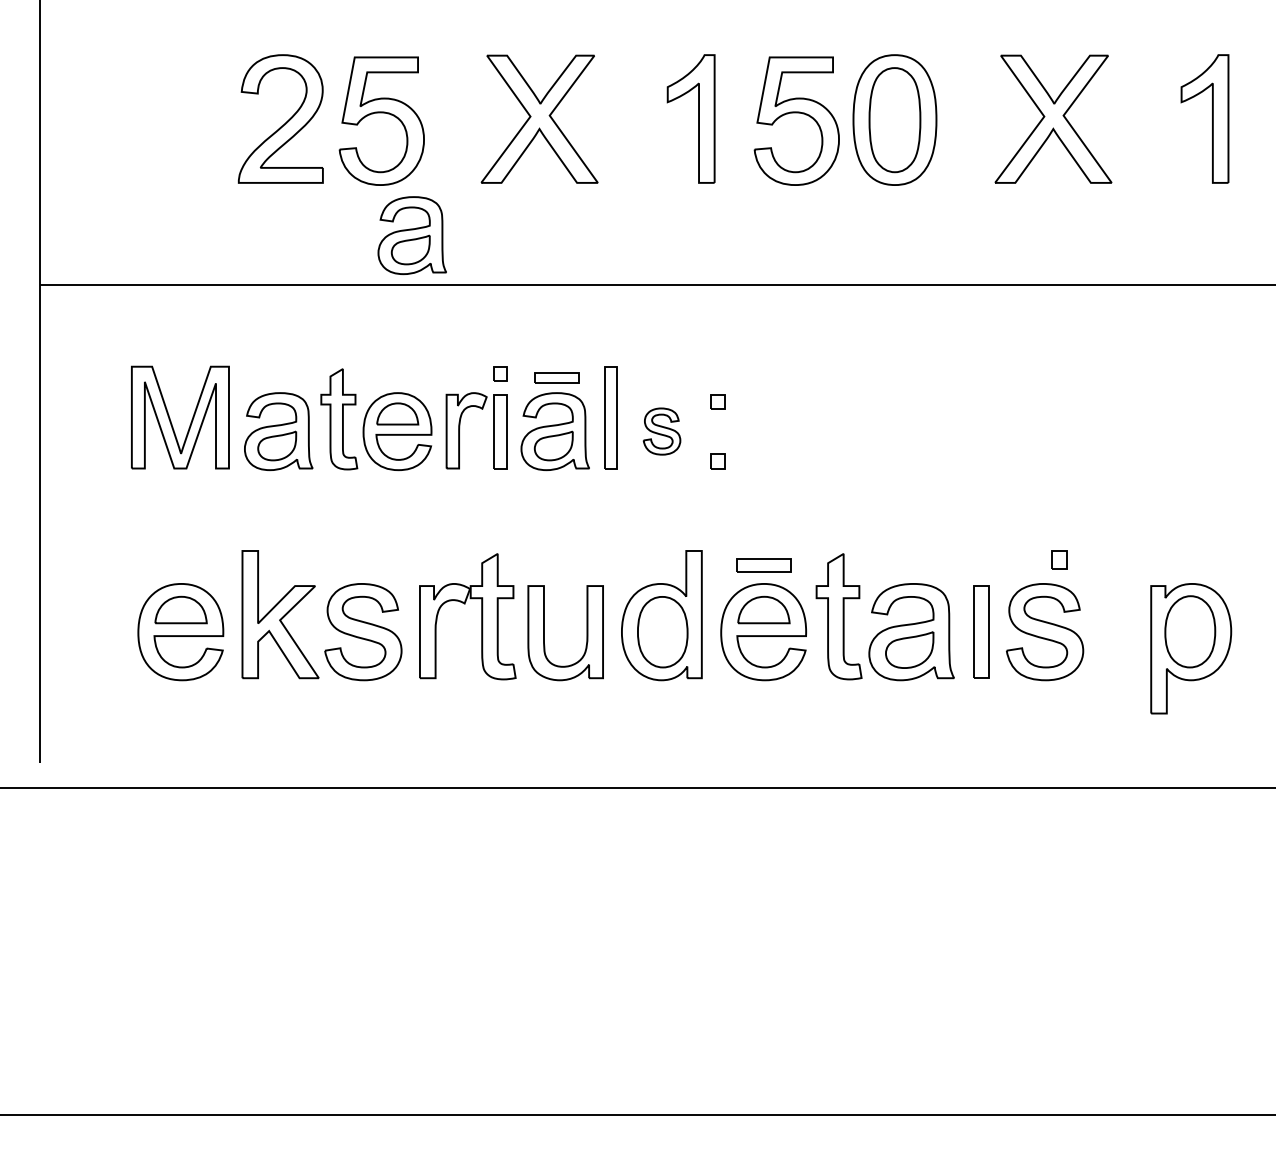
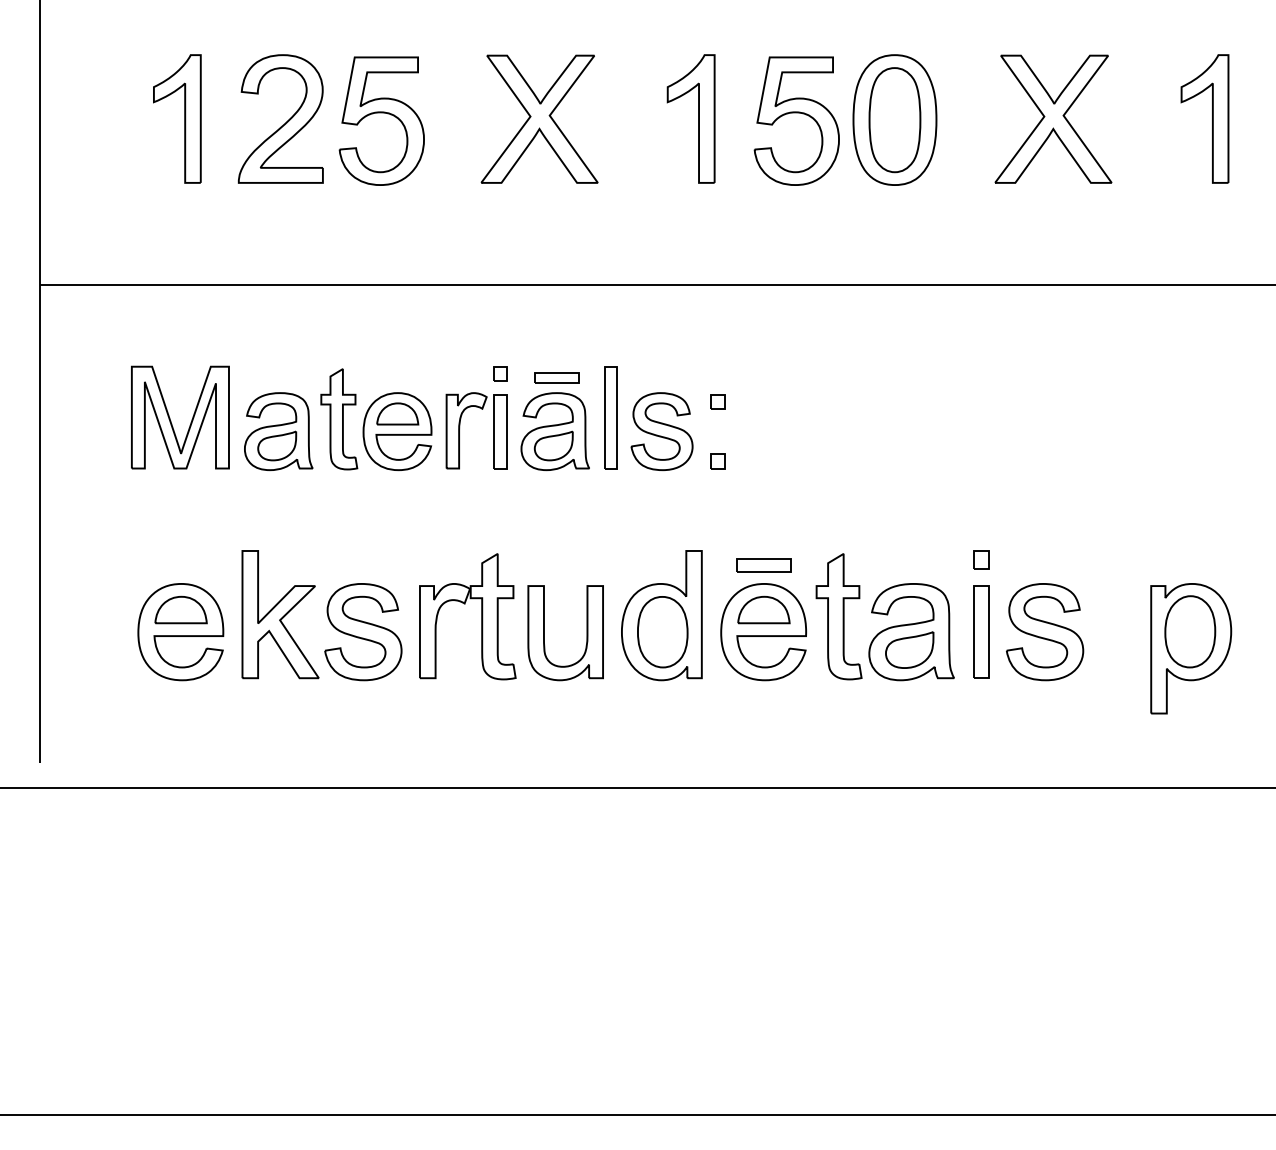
part at (184, 118): none -> present
part at (411, 235): present -> none
part at (661, 431) size: 40x49 px -> 64x79 px
part at (1059, 559) position: (1059, 559) -> (981, 559)
